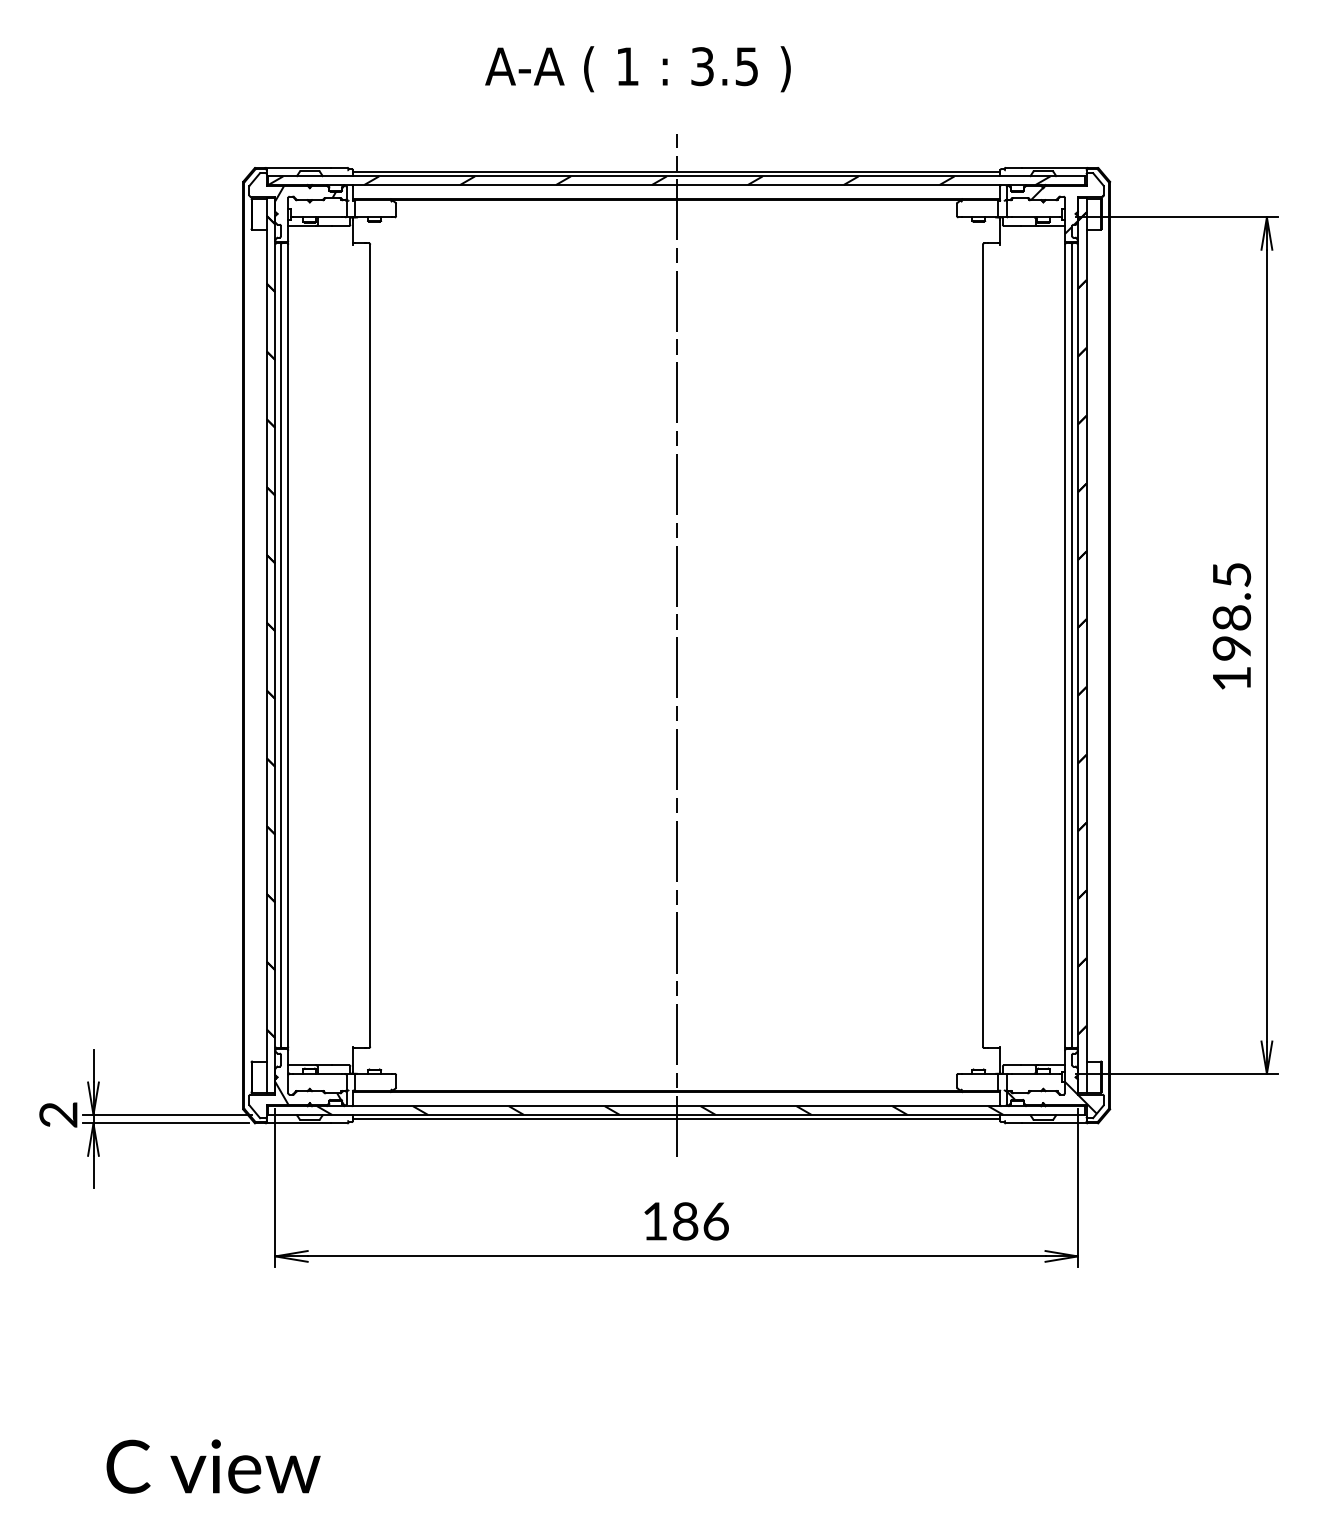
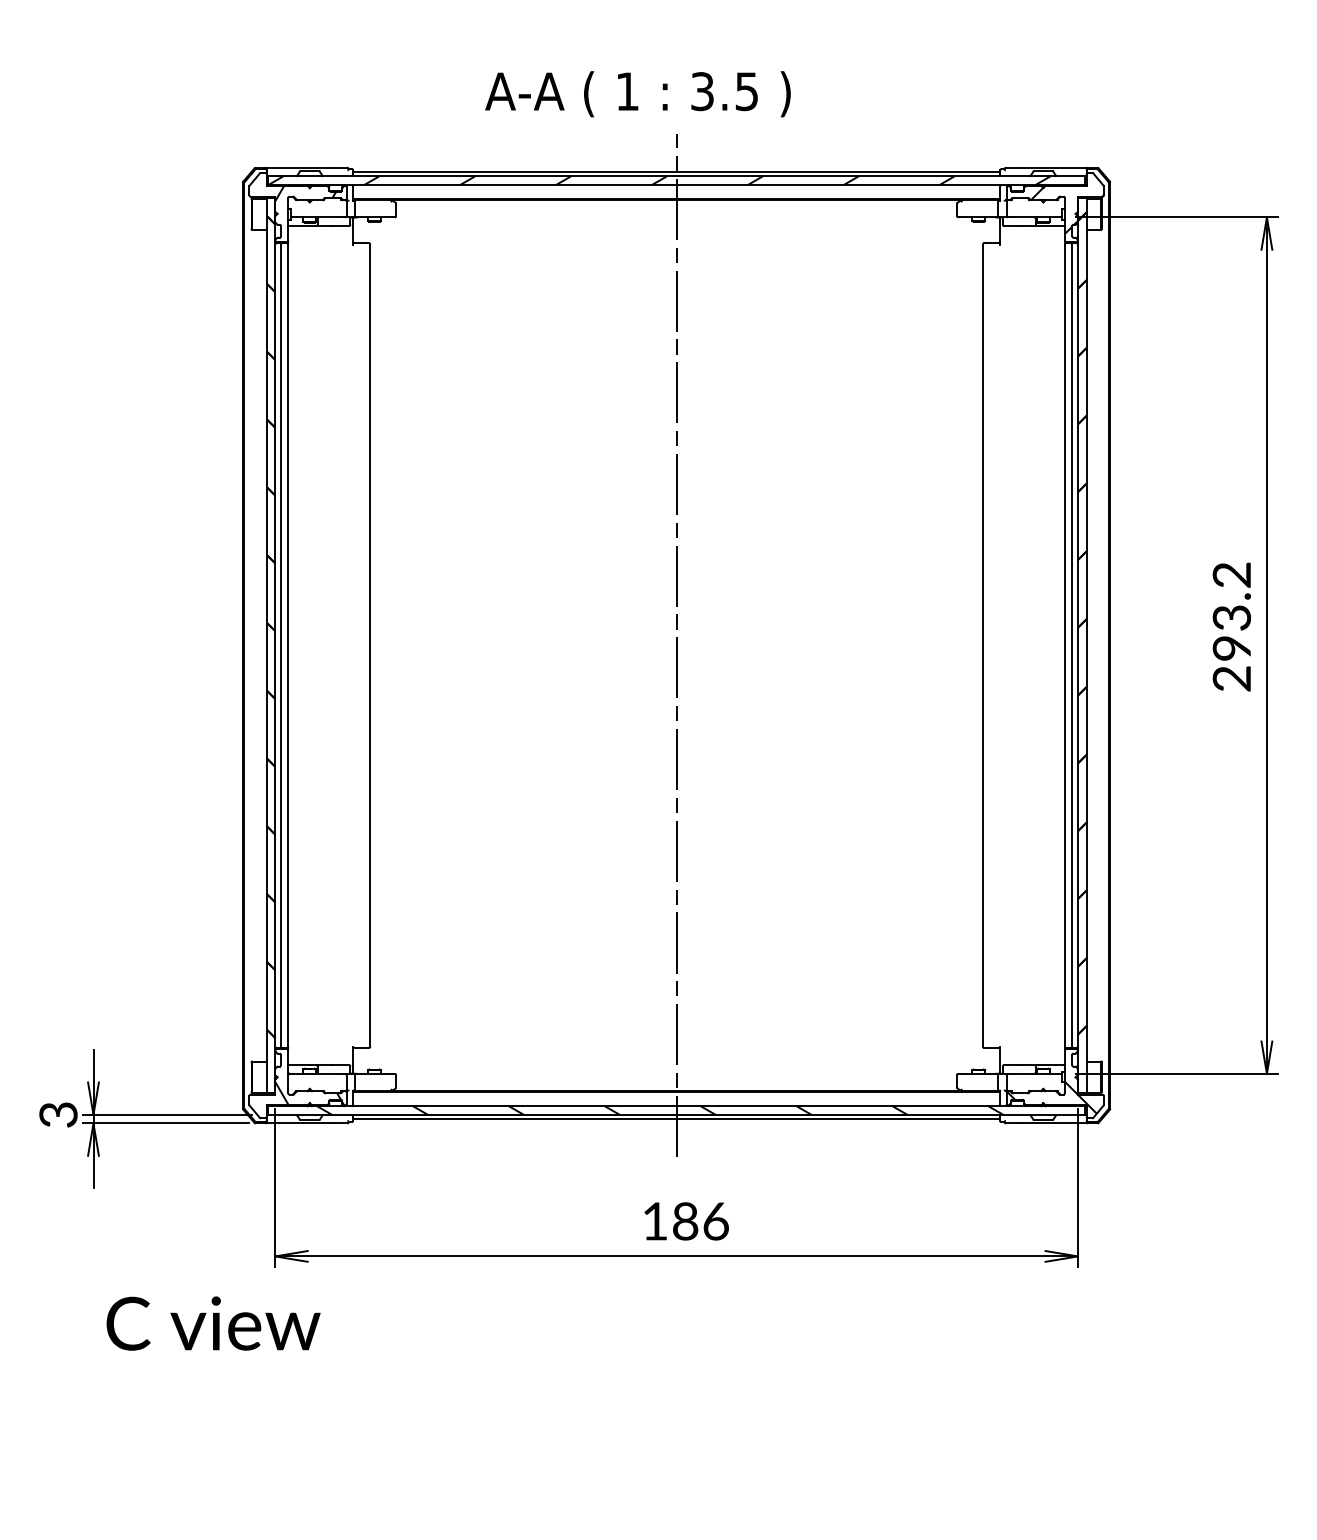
text at (637, 69) position: (637, 69) -> (637, 94)
text at (1231, 626): 198.5 -> 293.2
text at (58, 1114): 2 -> 3
text at (213, 1466) position: (213, 1466) -> (213, 1323)
